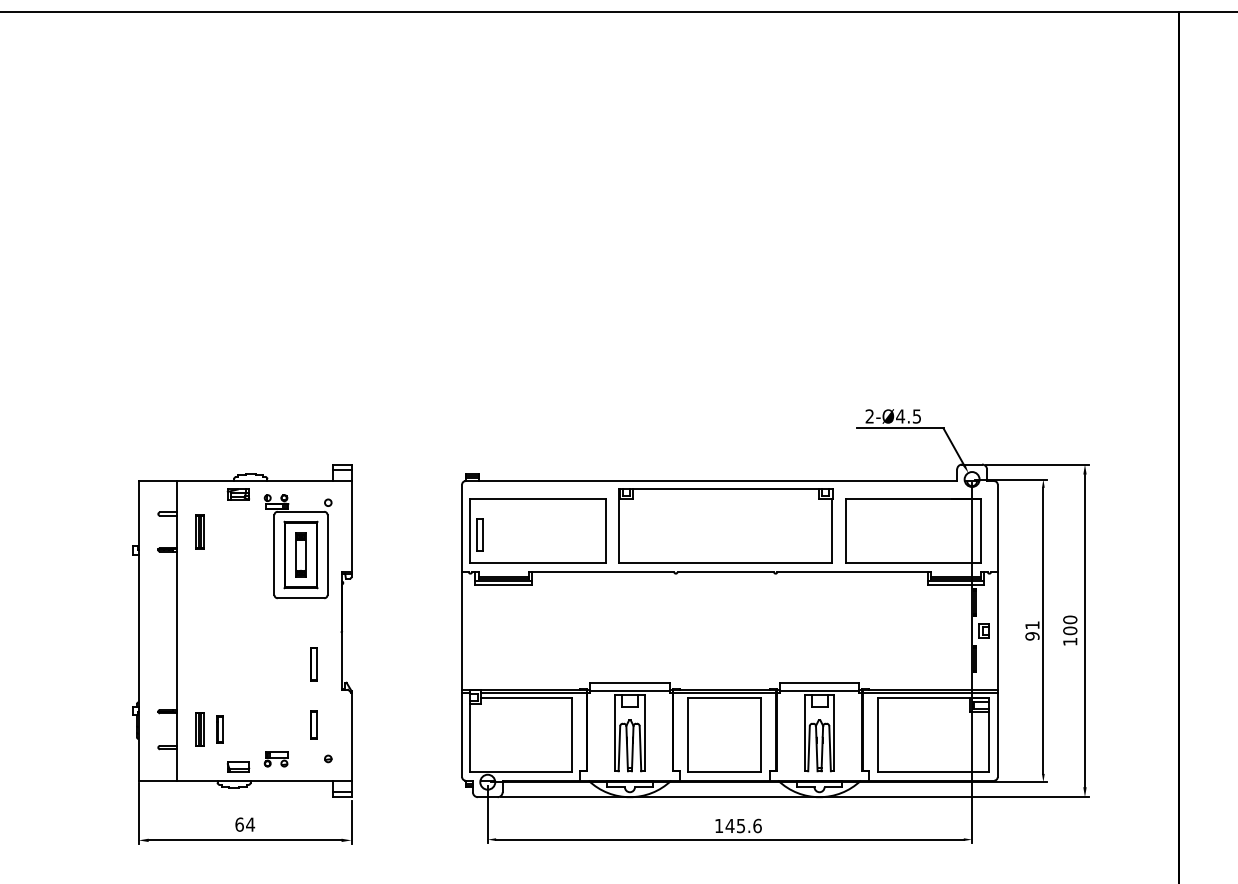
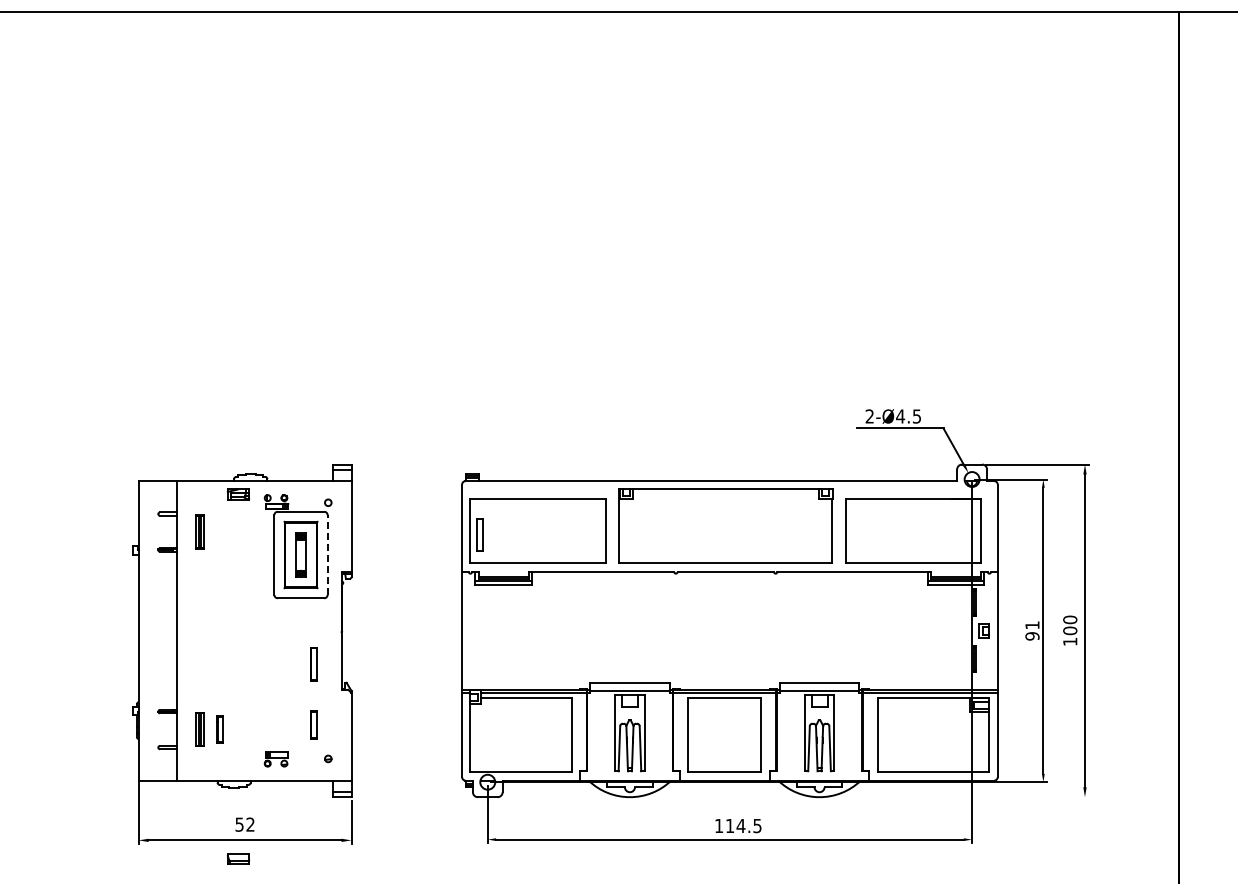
line at (327, 555): solid -> dashed
part at (238, 766) position: (238, 766) -> (238, 858)
line at (794, 797): present -> none
text at (245, 824): 64 -> 52
text at (743, 825): 145.6 -> 114.5
